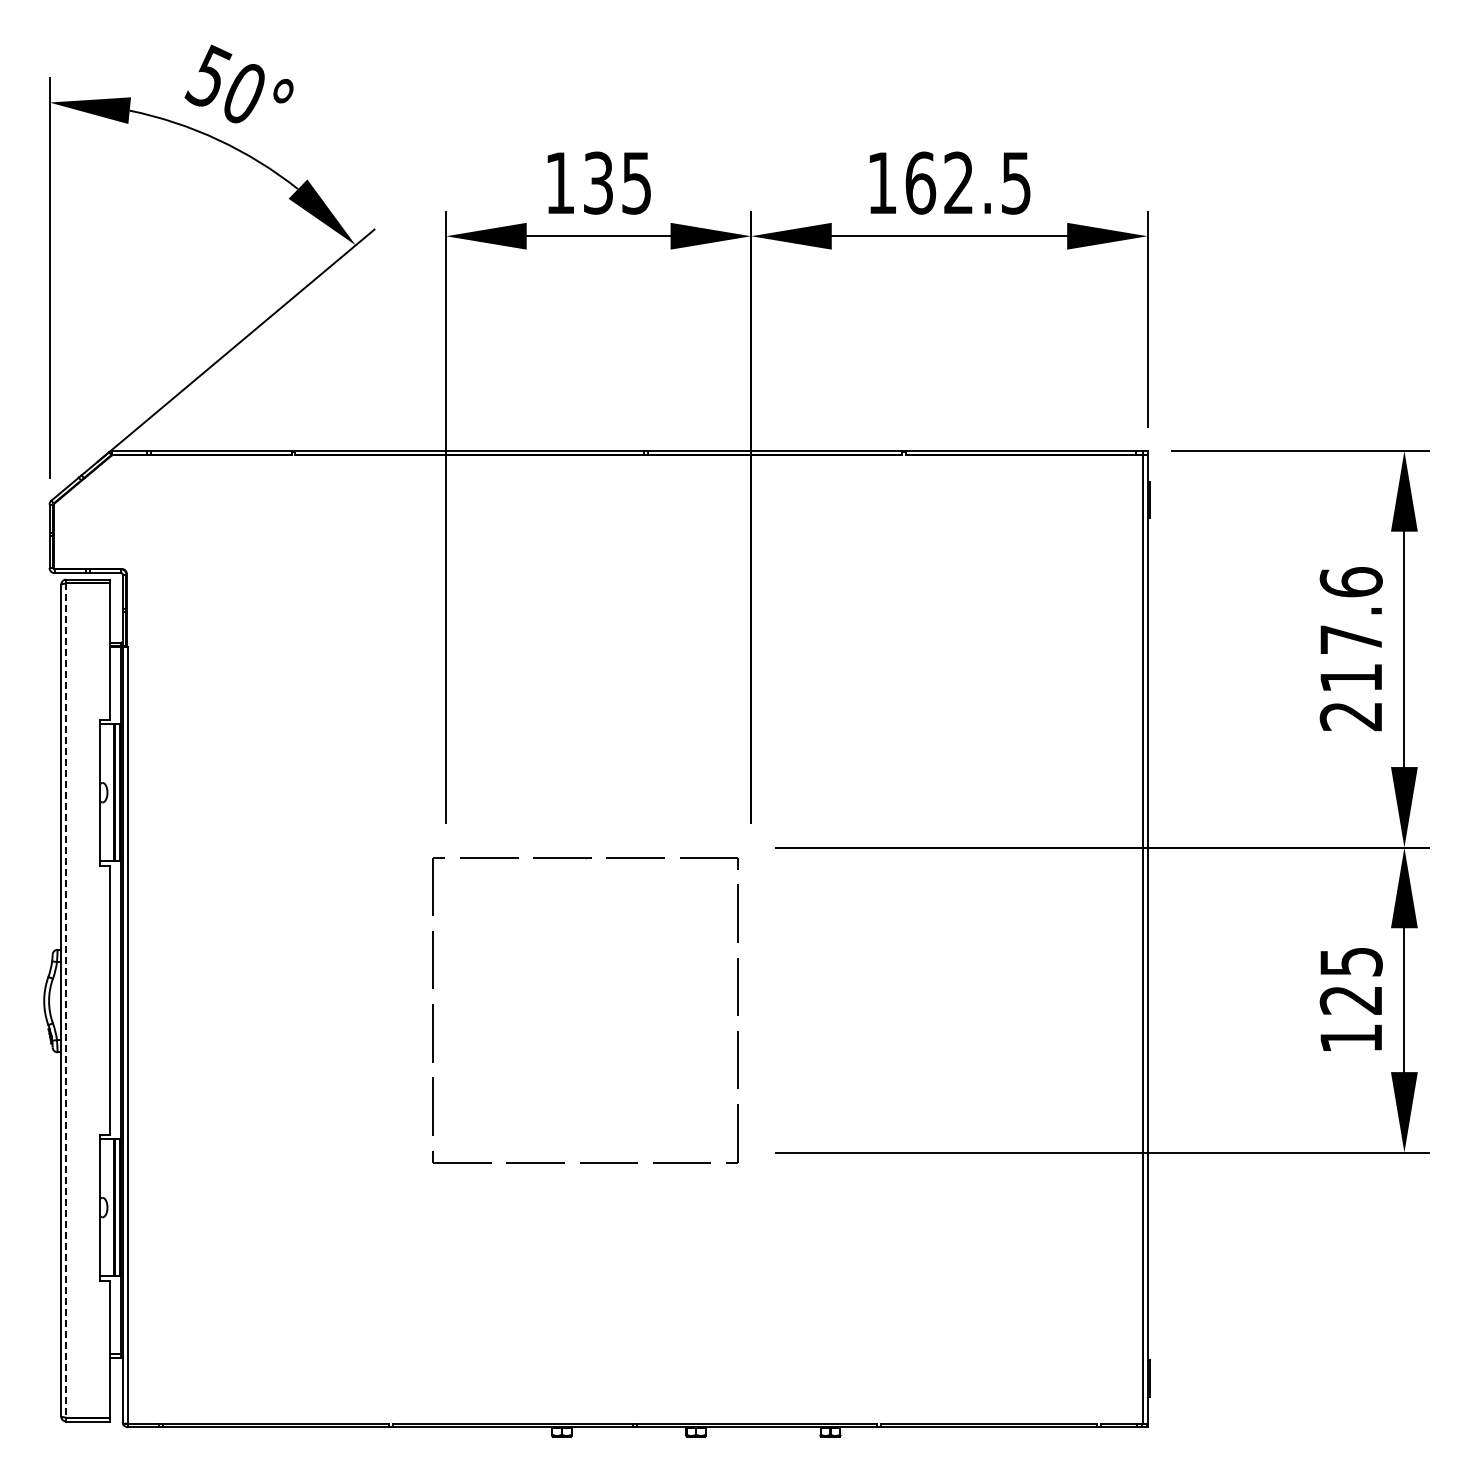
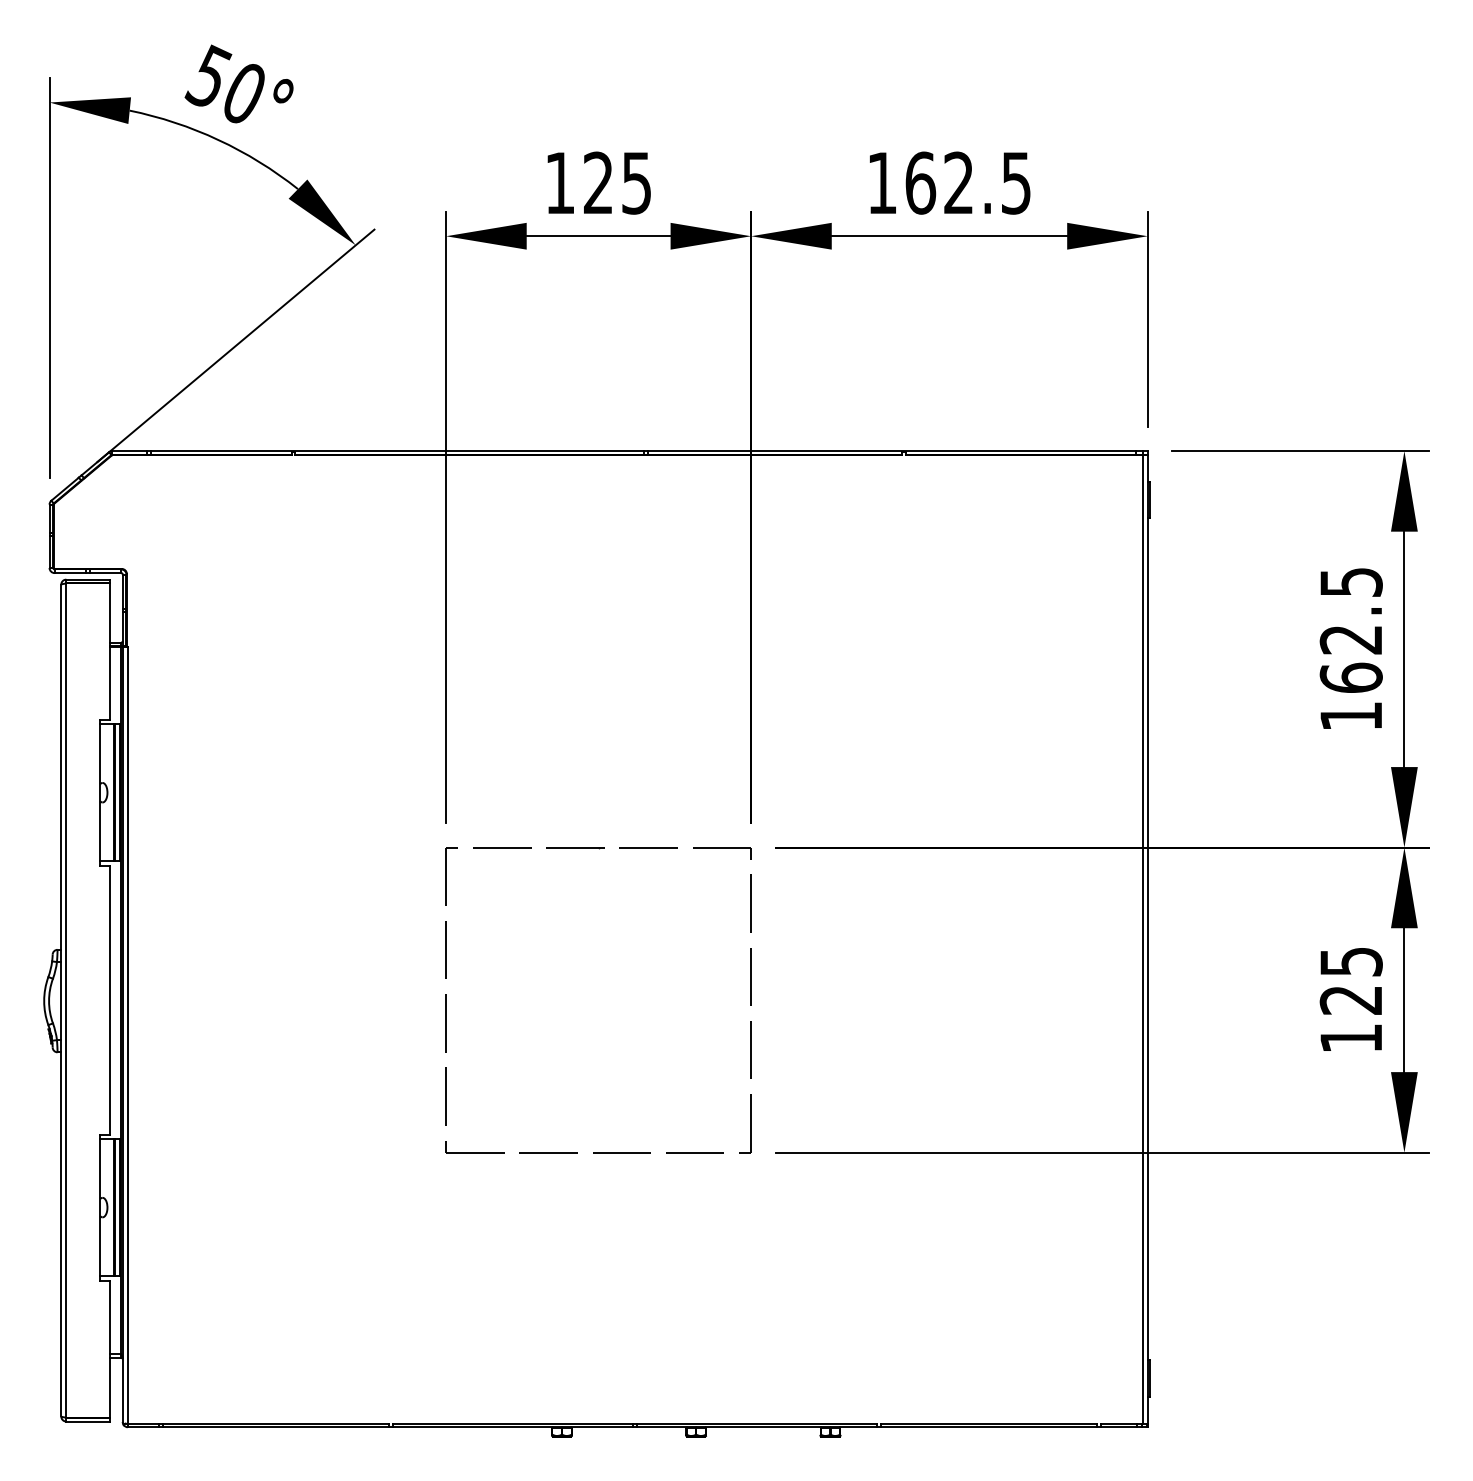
text at (598, 182): 135 -> 125
text at (1350, 649): 217.6 -> 162.5
part at (586, 859) position: (586, 859) -> (599, 849)
line at (66, 1001): dashed -> solid
